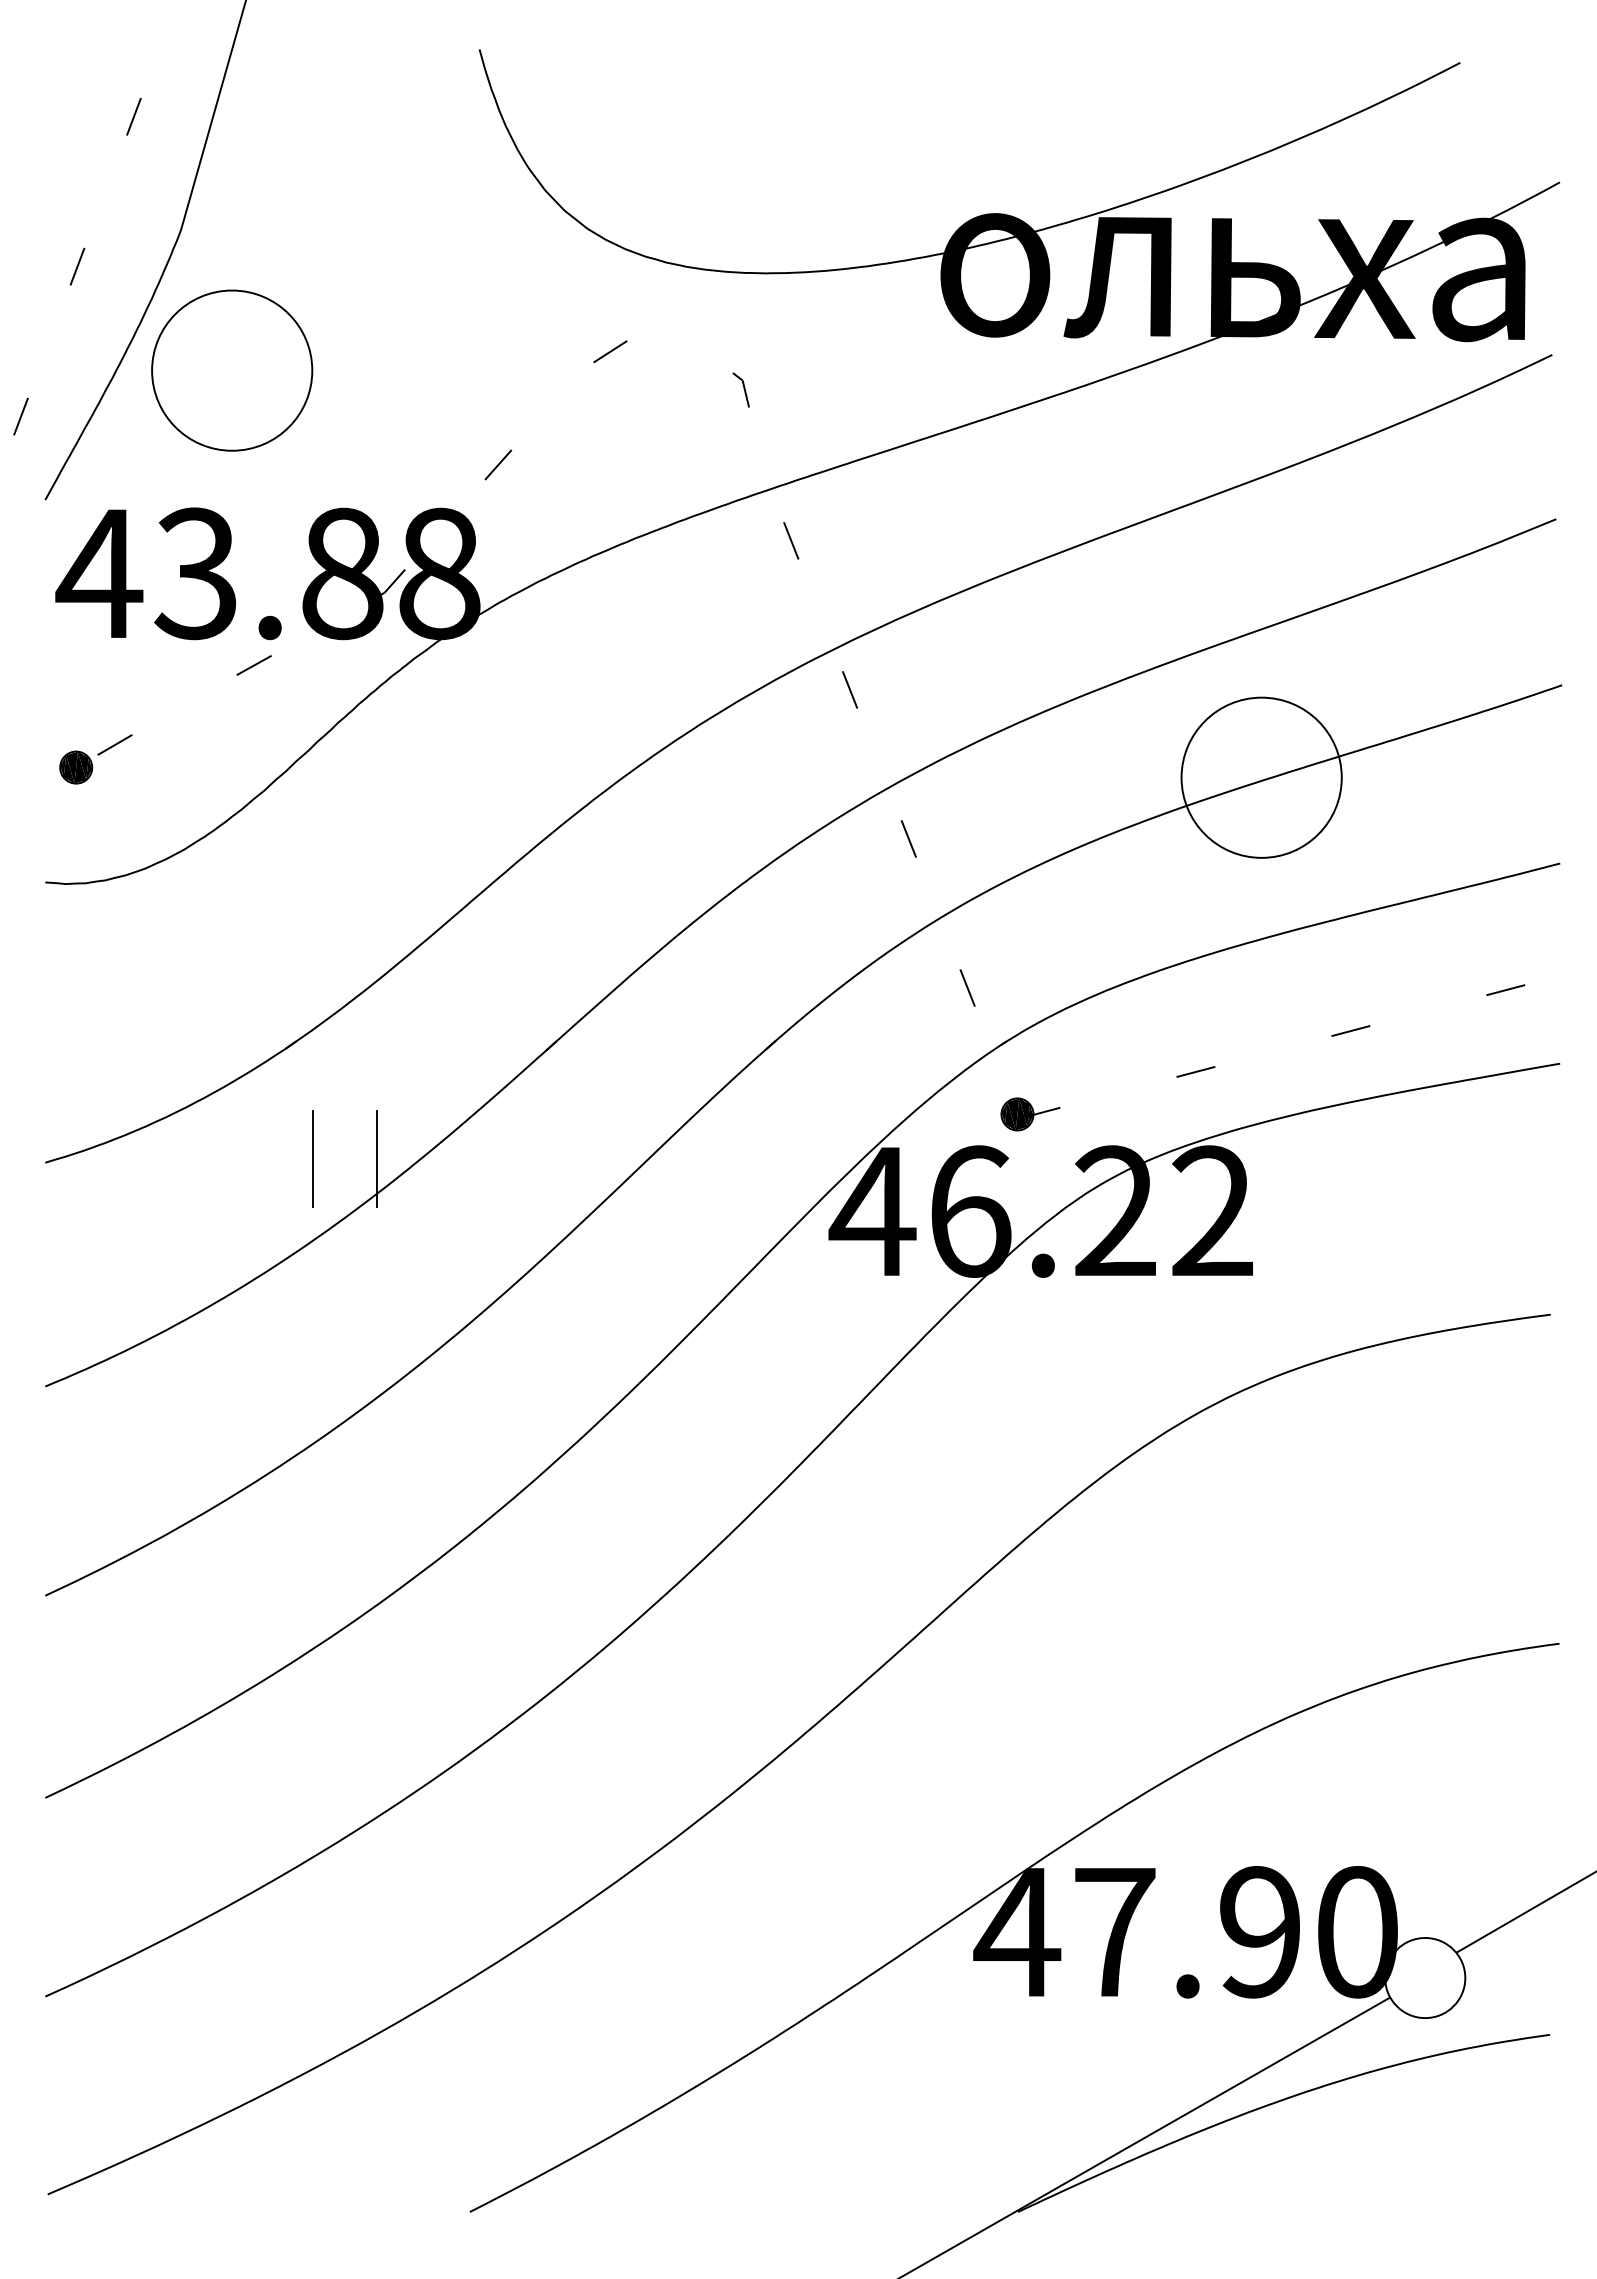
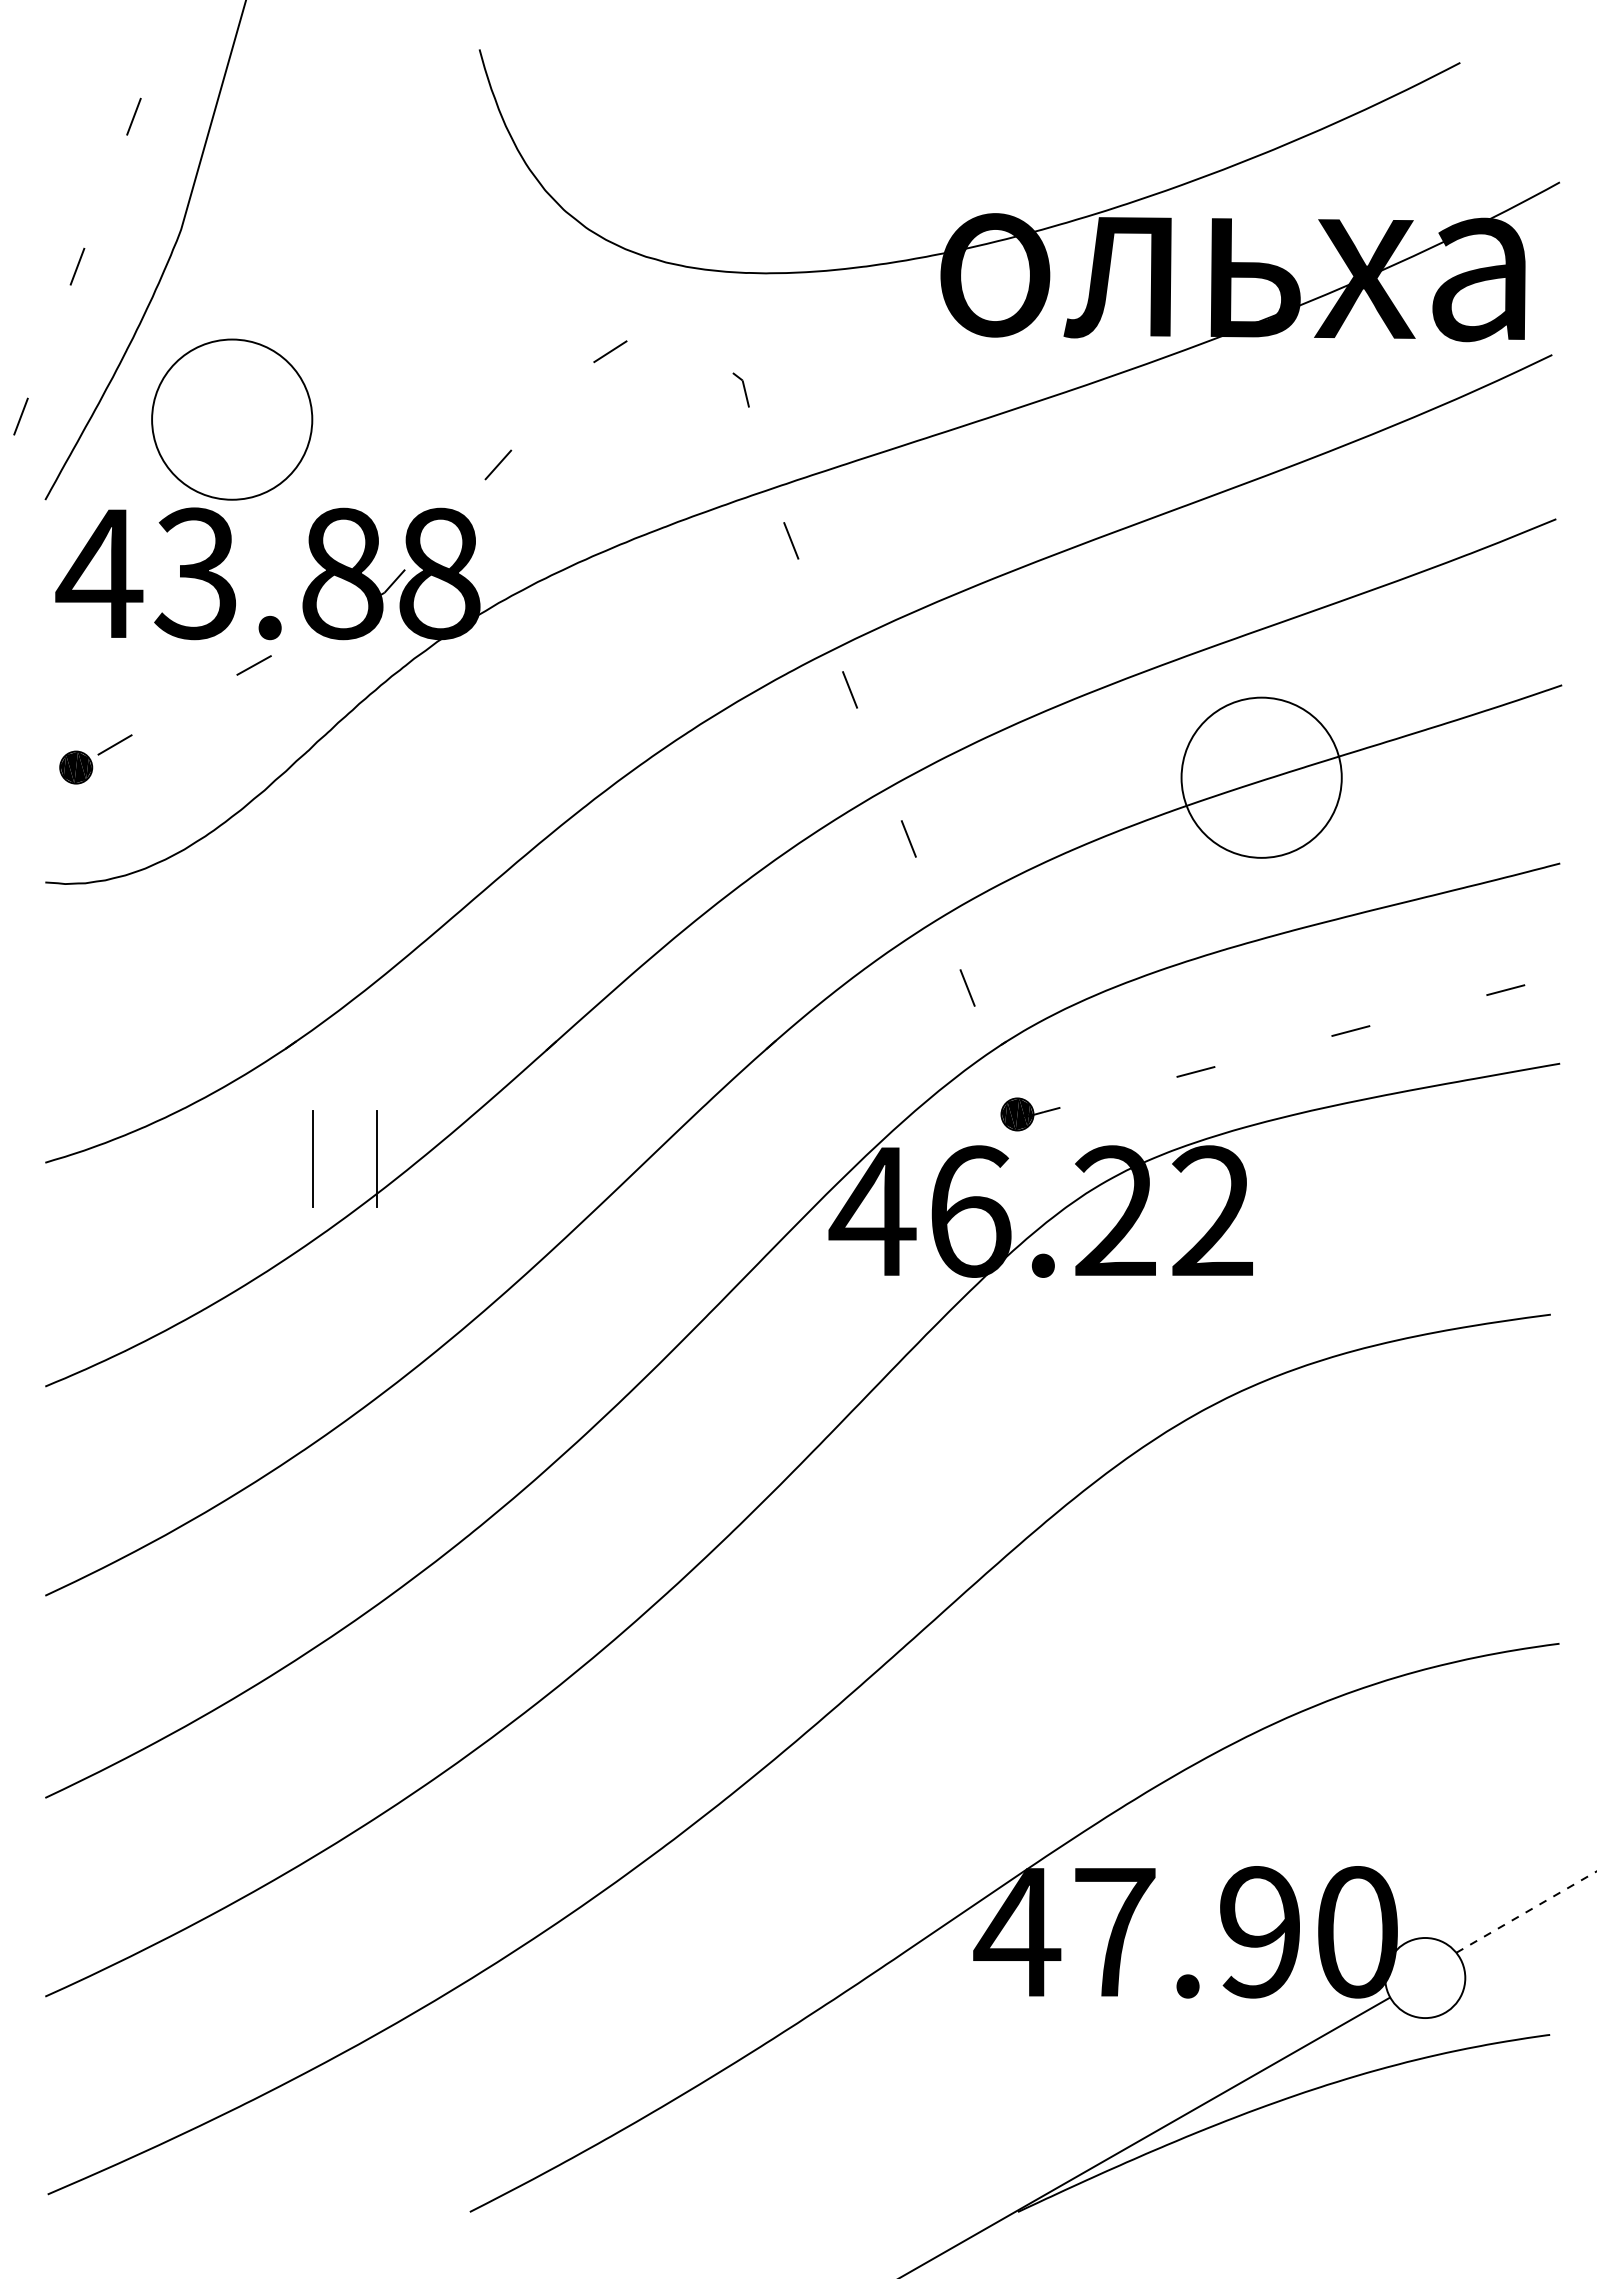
part at (232, 370) position: (232, 370) -> (232, 419)
line at (1526, 1912): solid -> dashed
